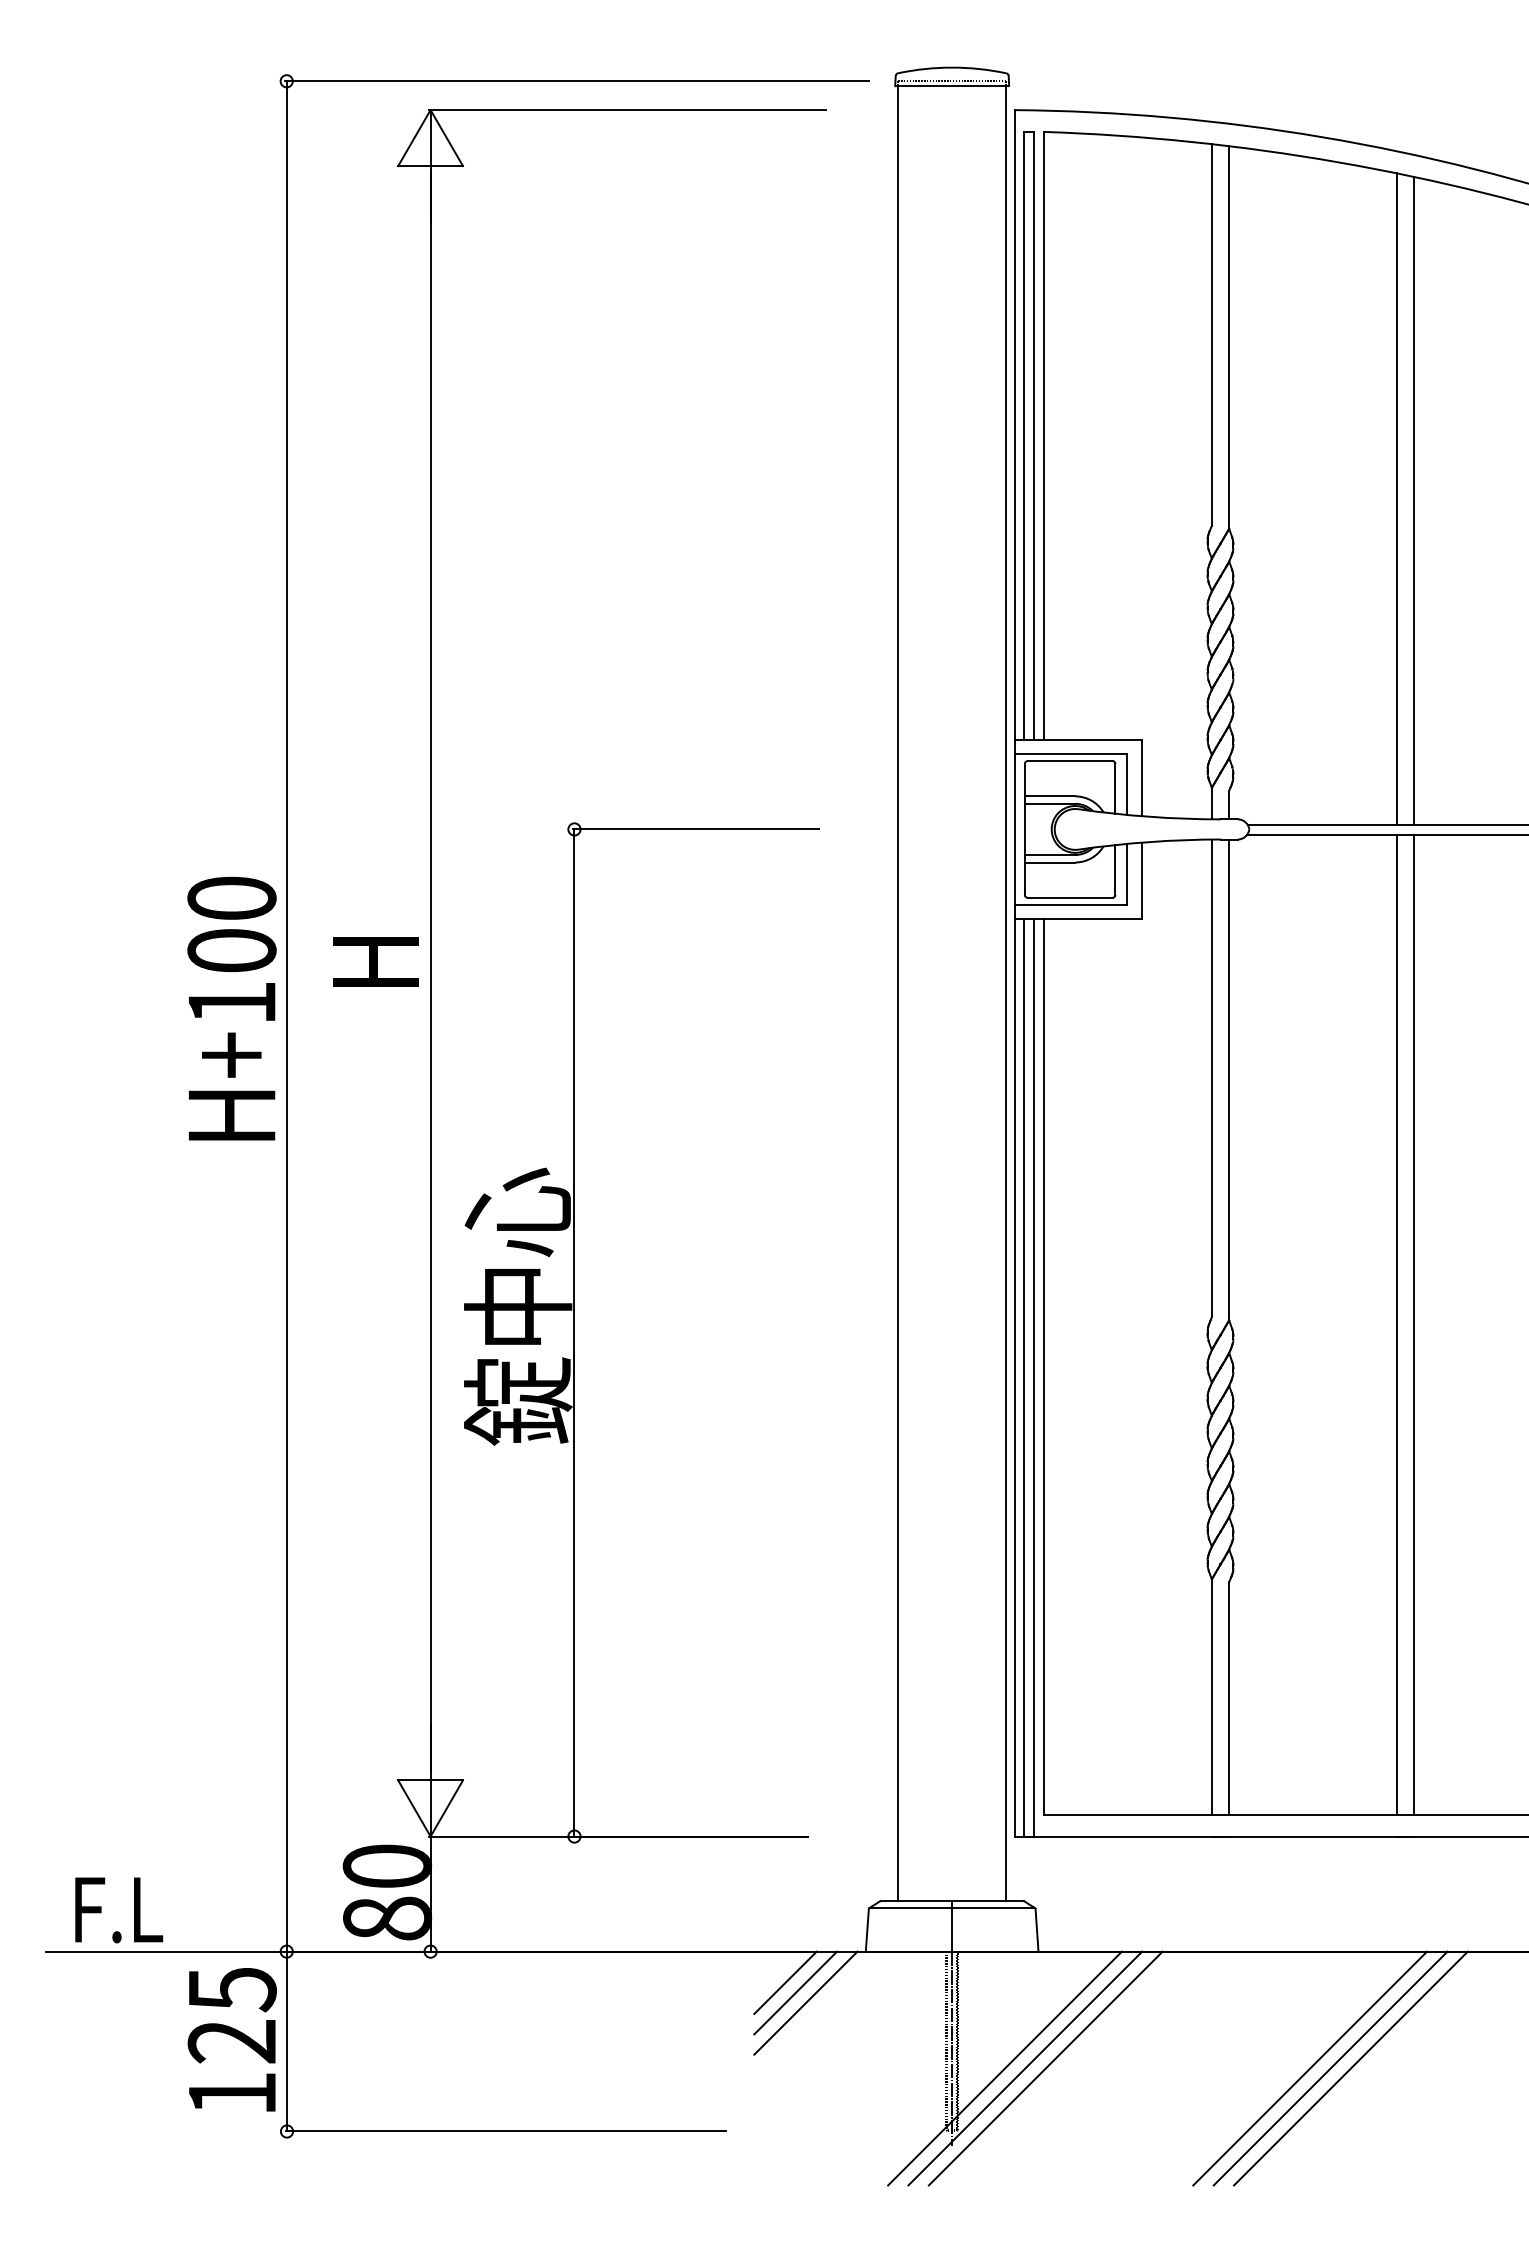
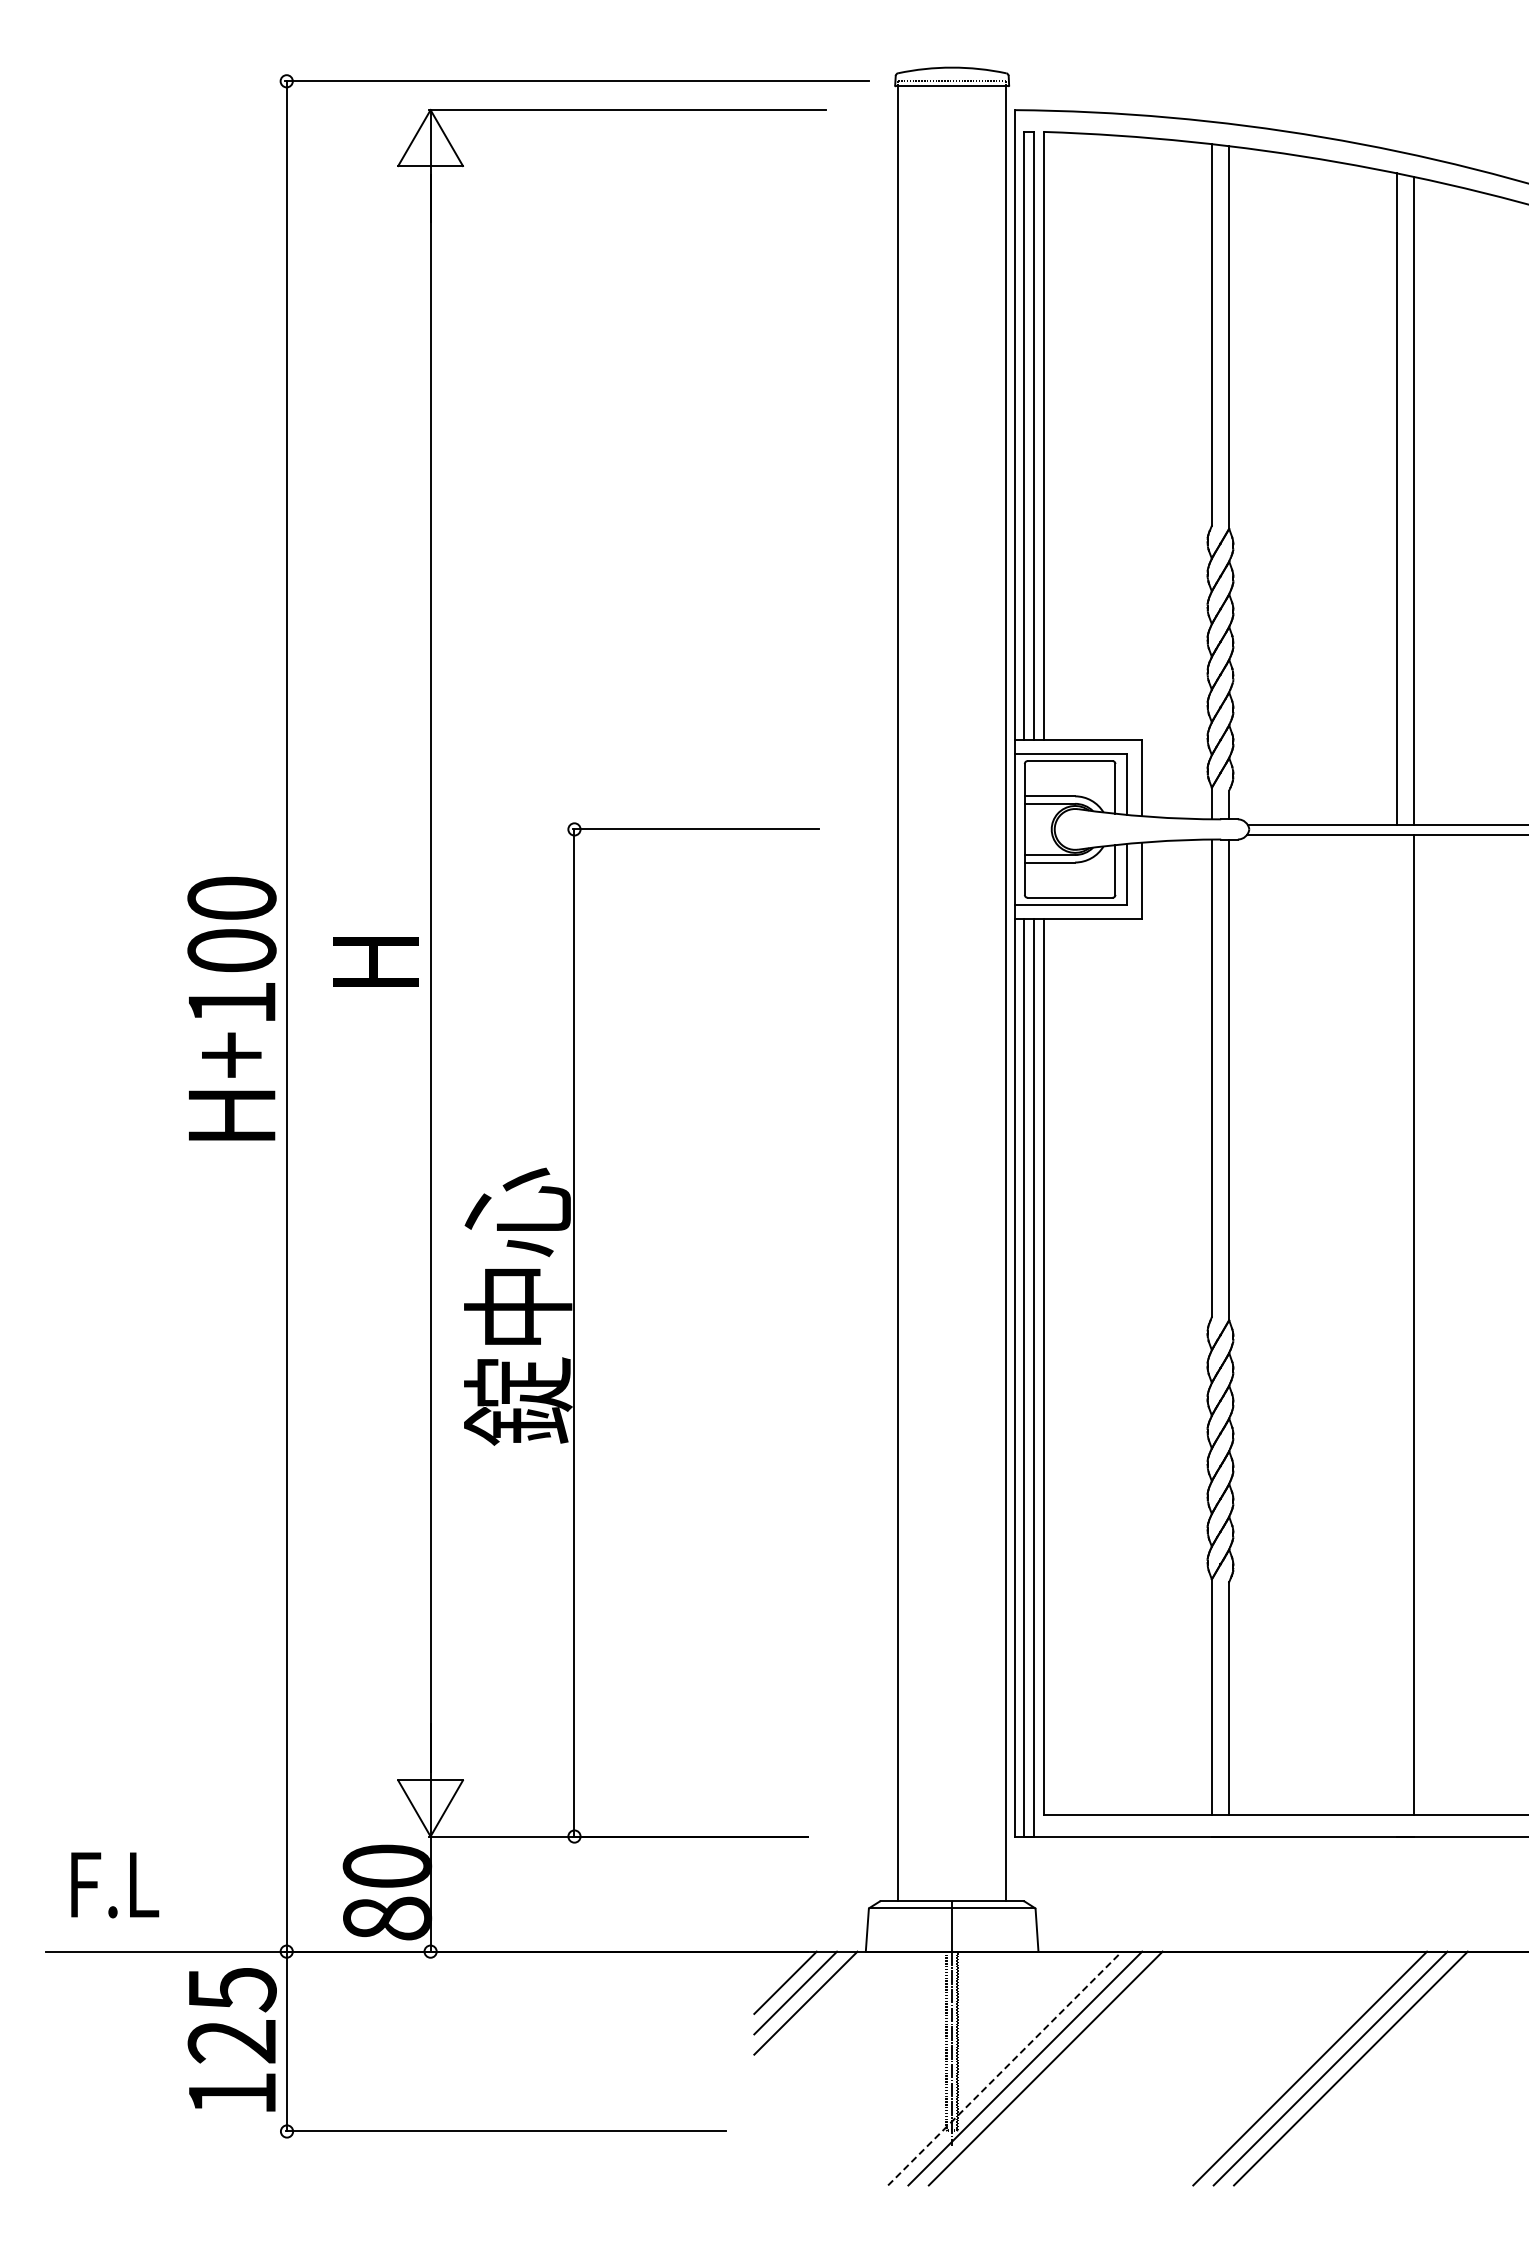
line at (1396, 1324): present -> none
text at (119, 1910) position: (119, 1910) -> (115, 1885)
line at (1005, 2068): solid -> dashed
